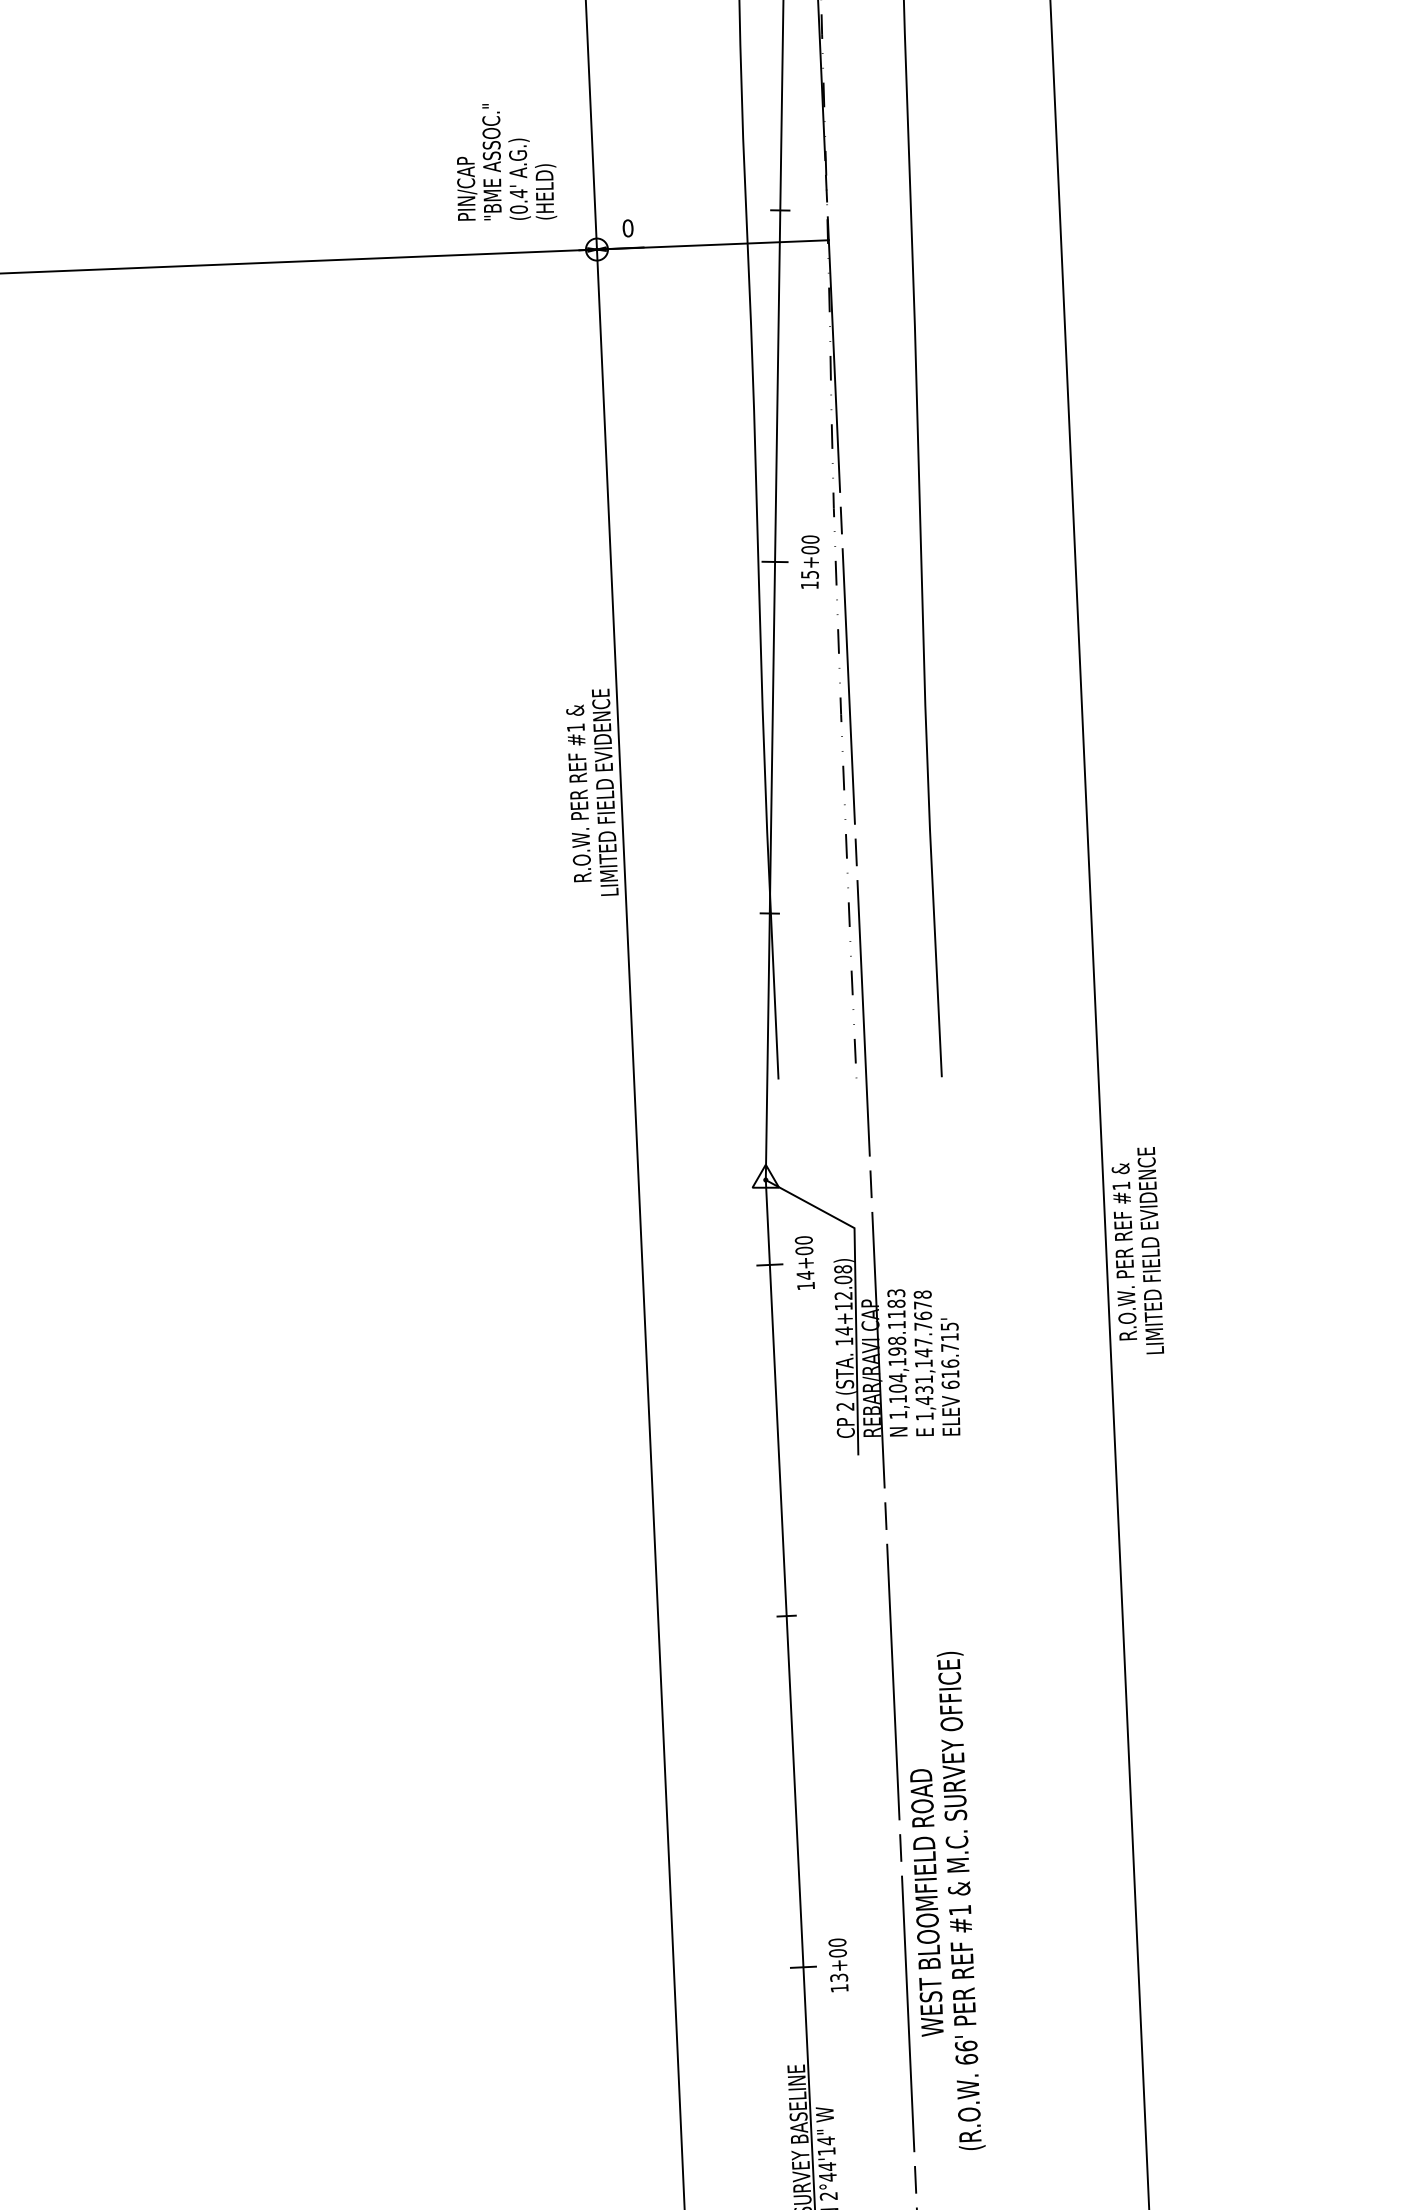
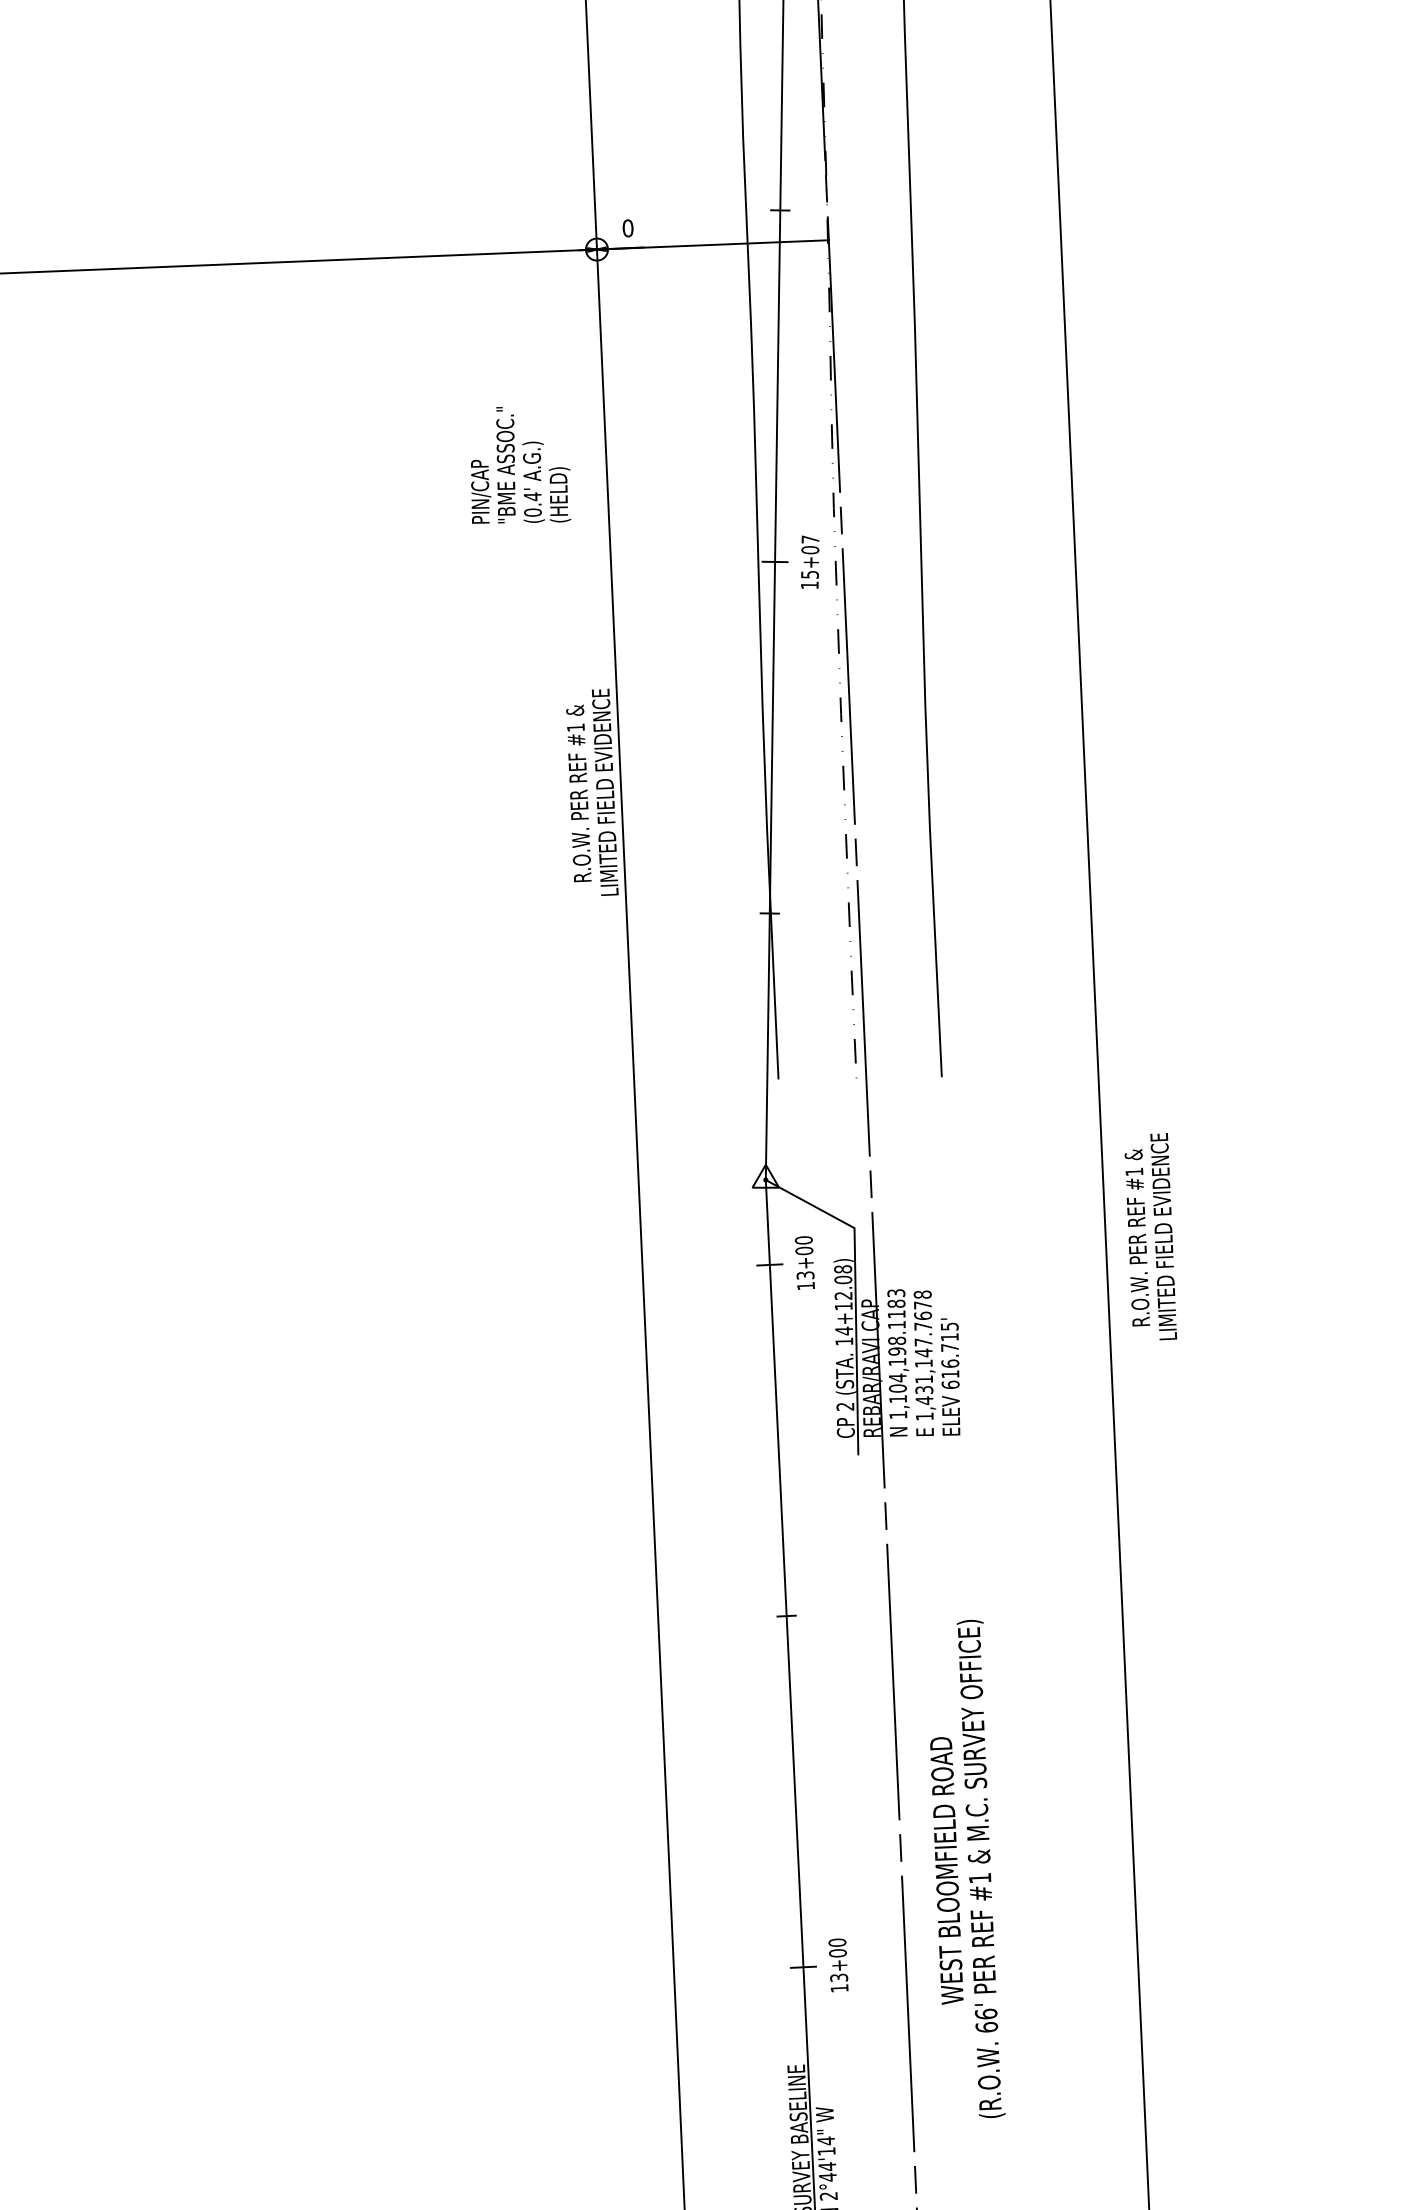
text at (507, 162) position: (507, 162) -> (521, 465)
text at (810, 539): 15+00 -> 15+07
text at (1137, 1250) position: (1137, 1250) -> (1150, 1236)
text at (805, 1275): 14+00 -> 13+00
text at (947, 1900) position: (947, 1900) -> (967, 1868)
